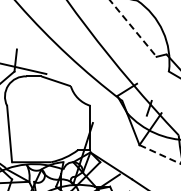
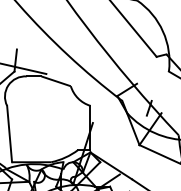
line at (133, 29): dashed -> solid
line at (160, 154): dashed -> solid
